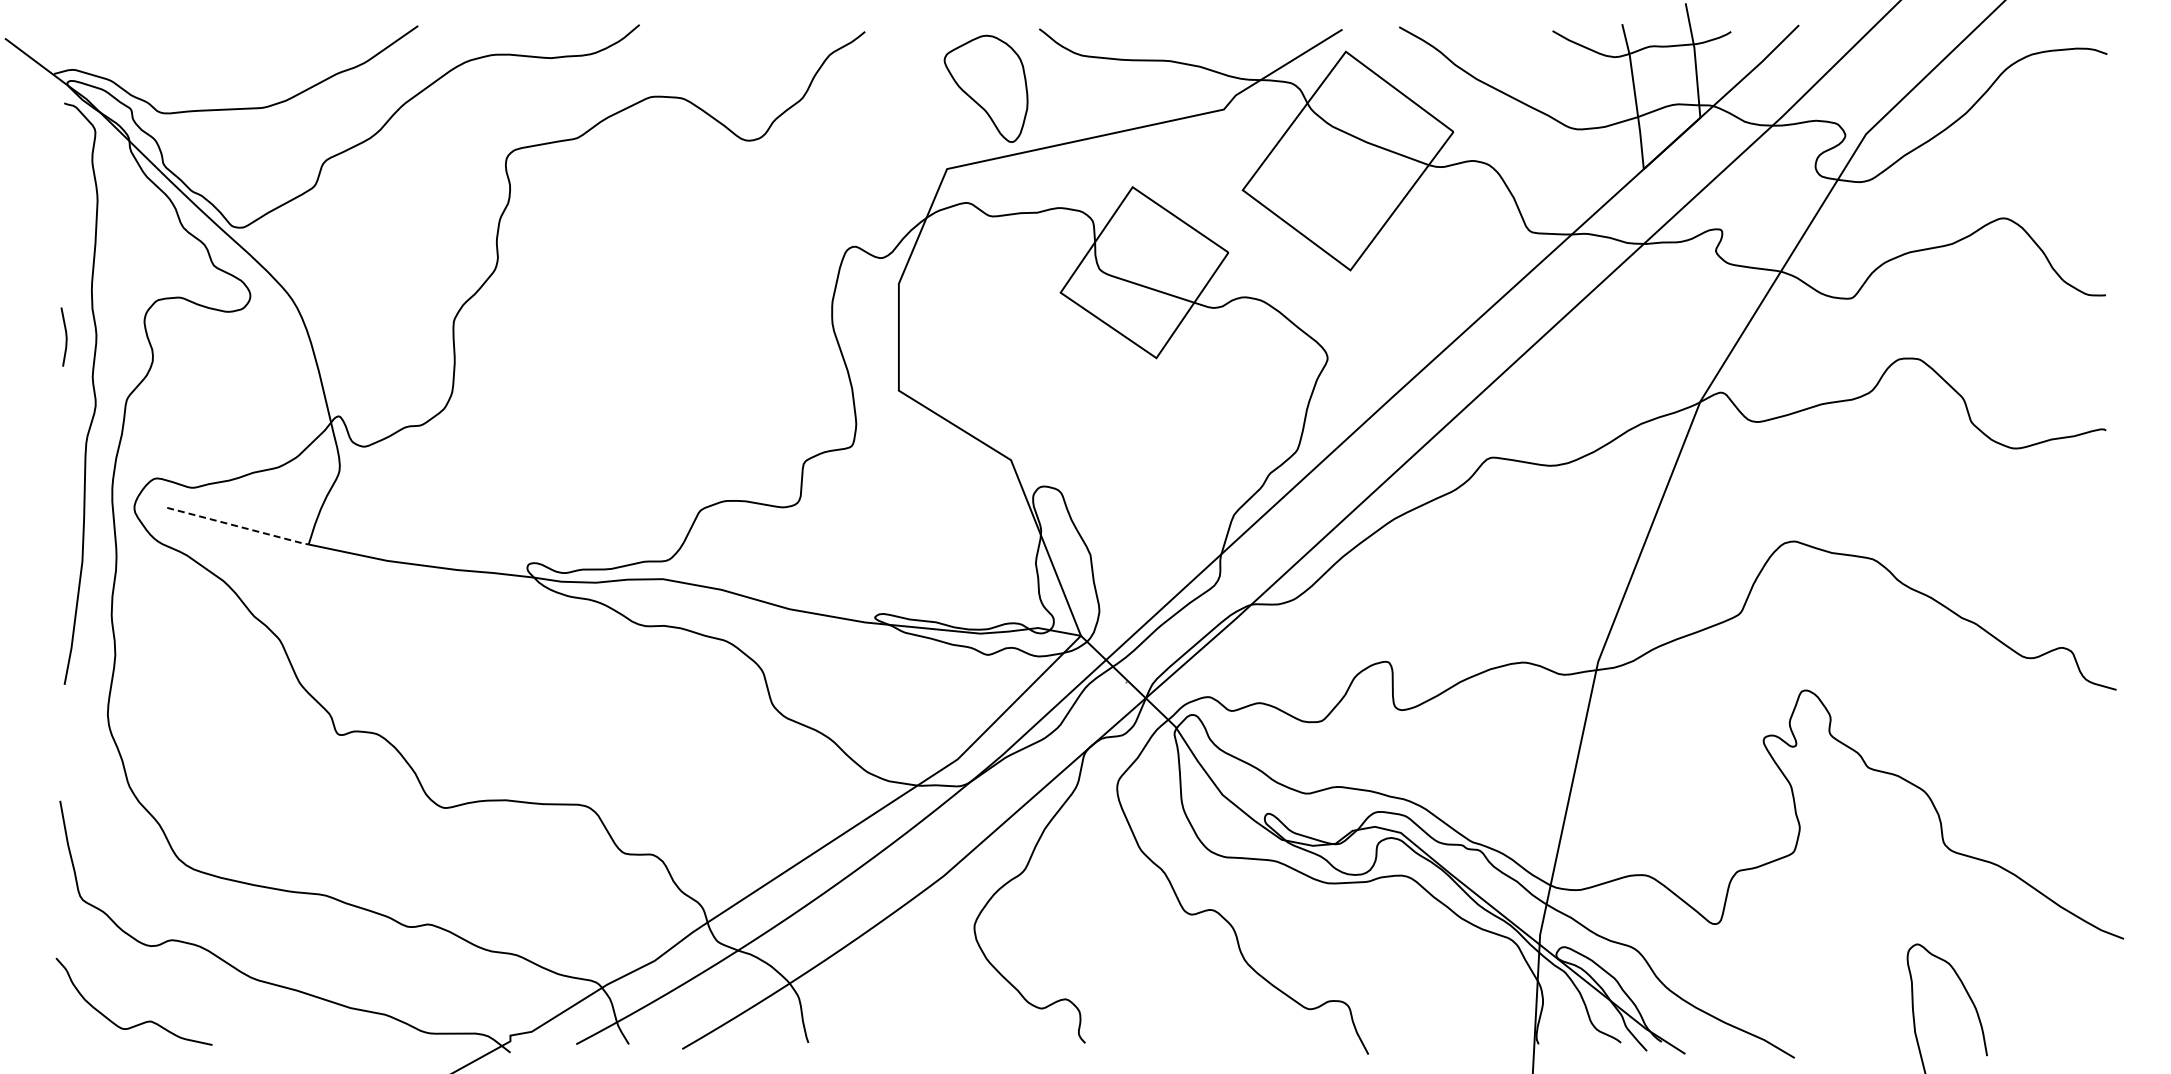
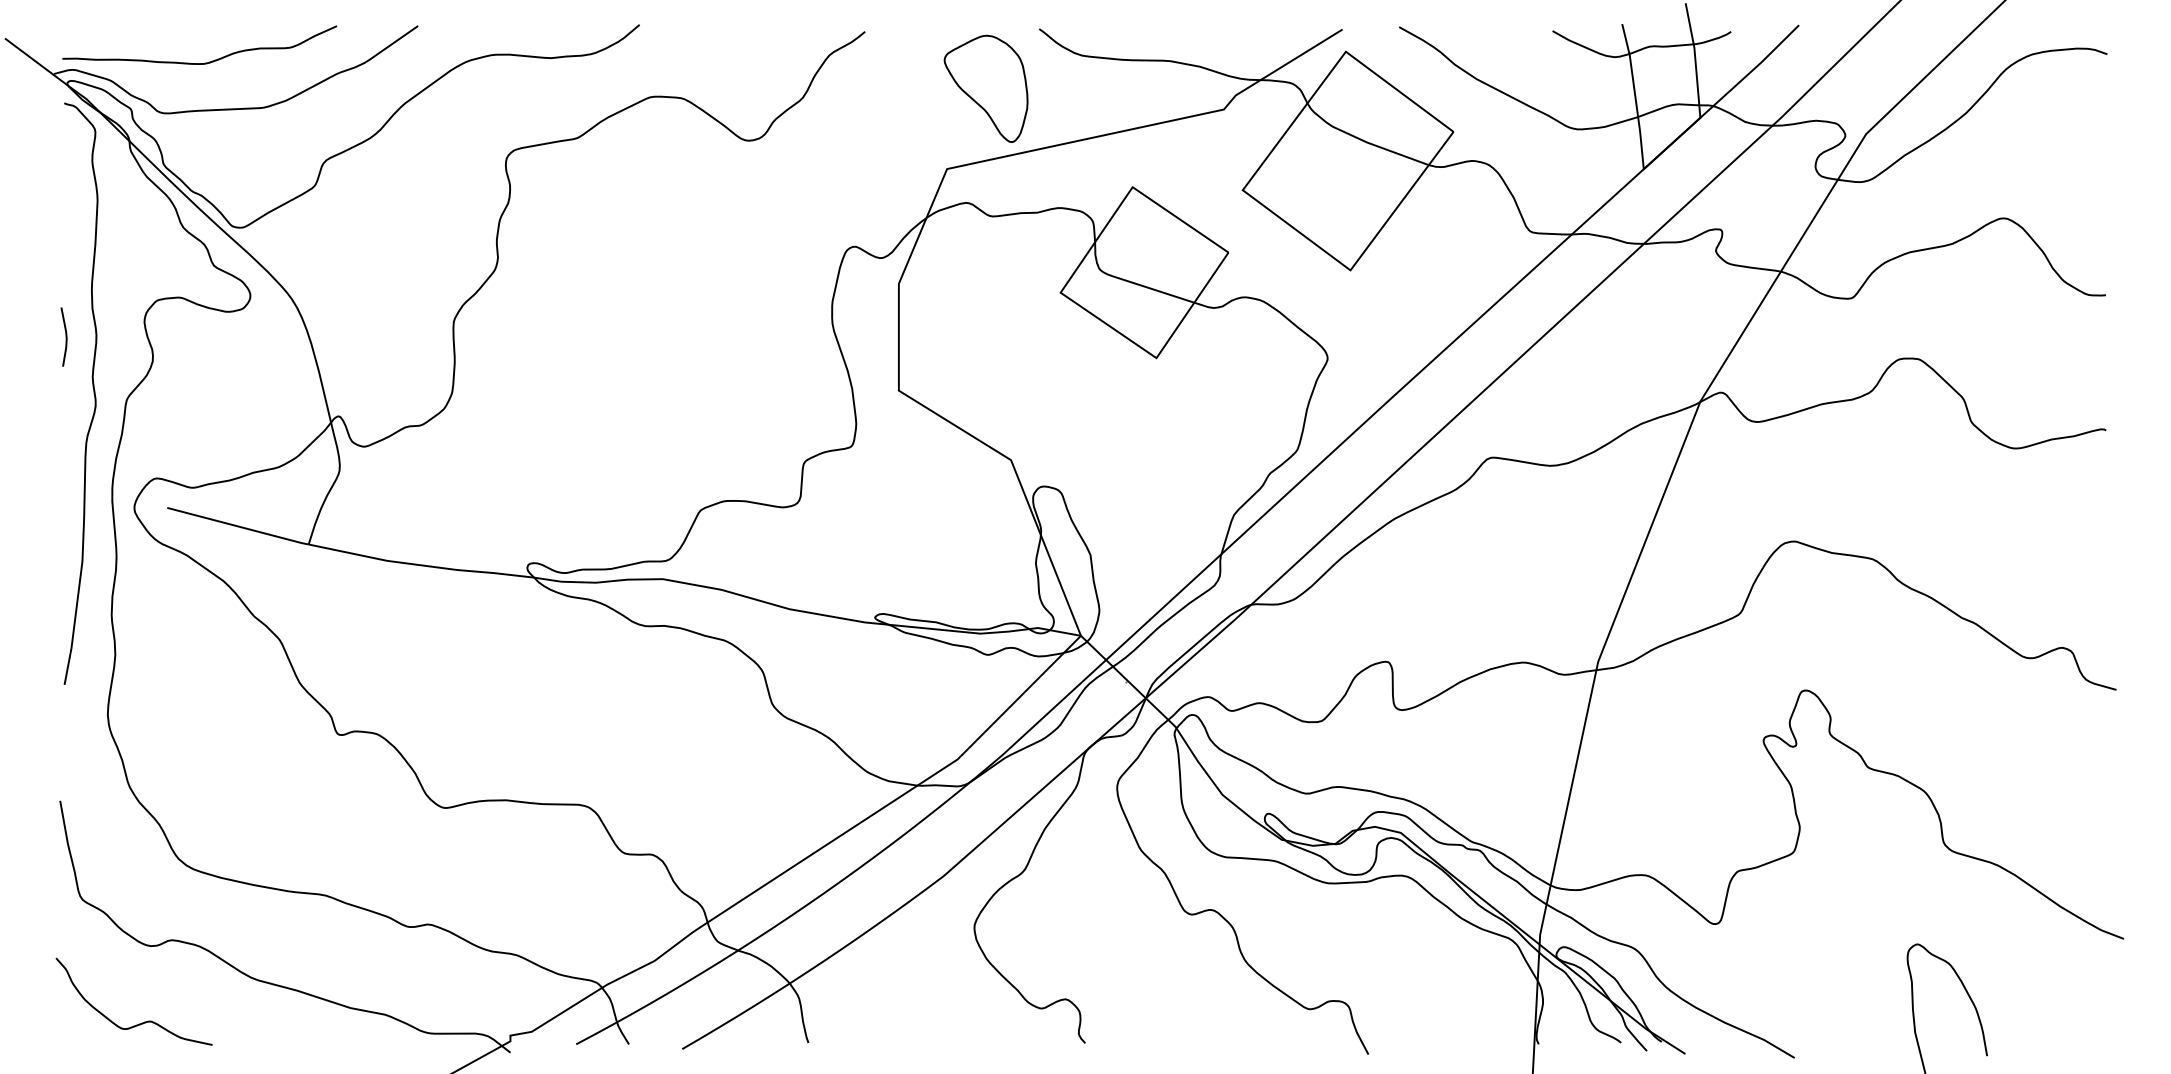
curve at (204, 62): none -> present
line at (238, 526): dashed -> solid
